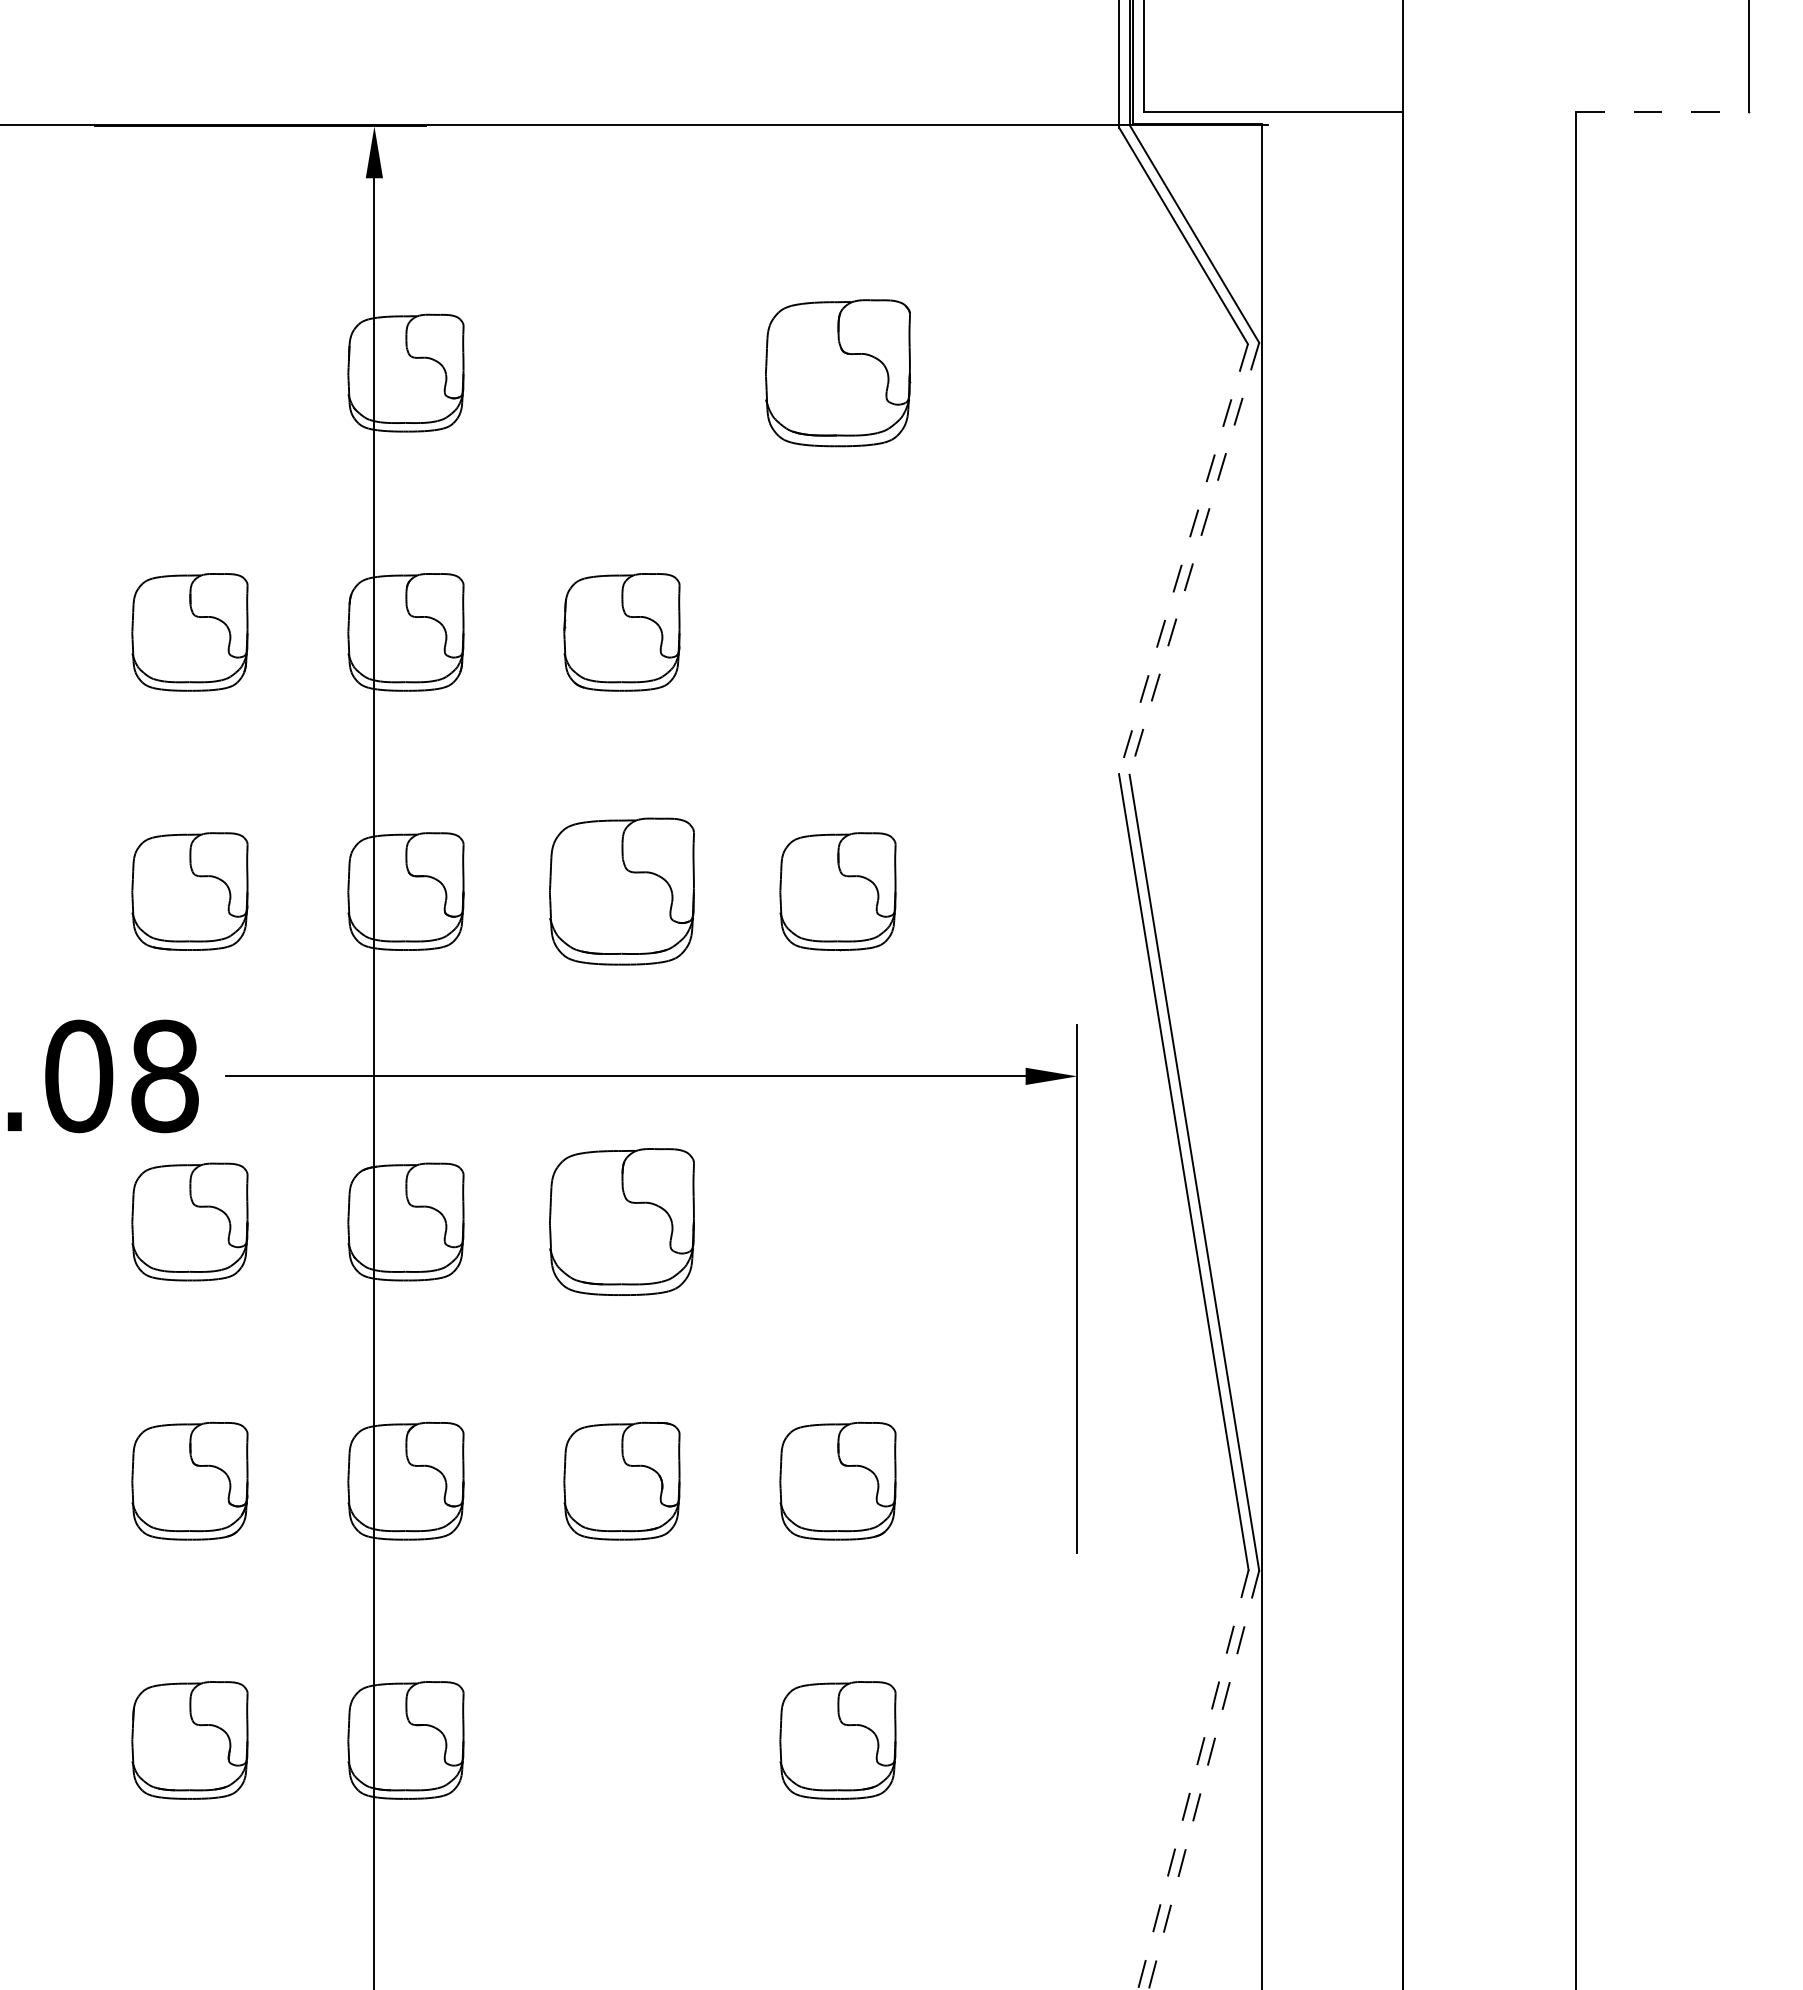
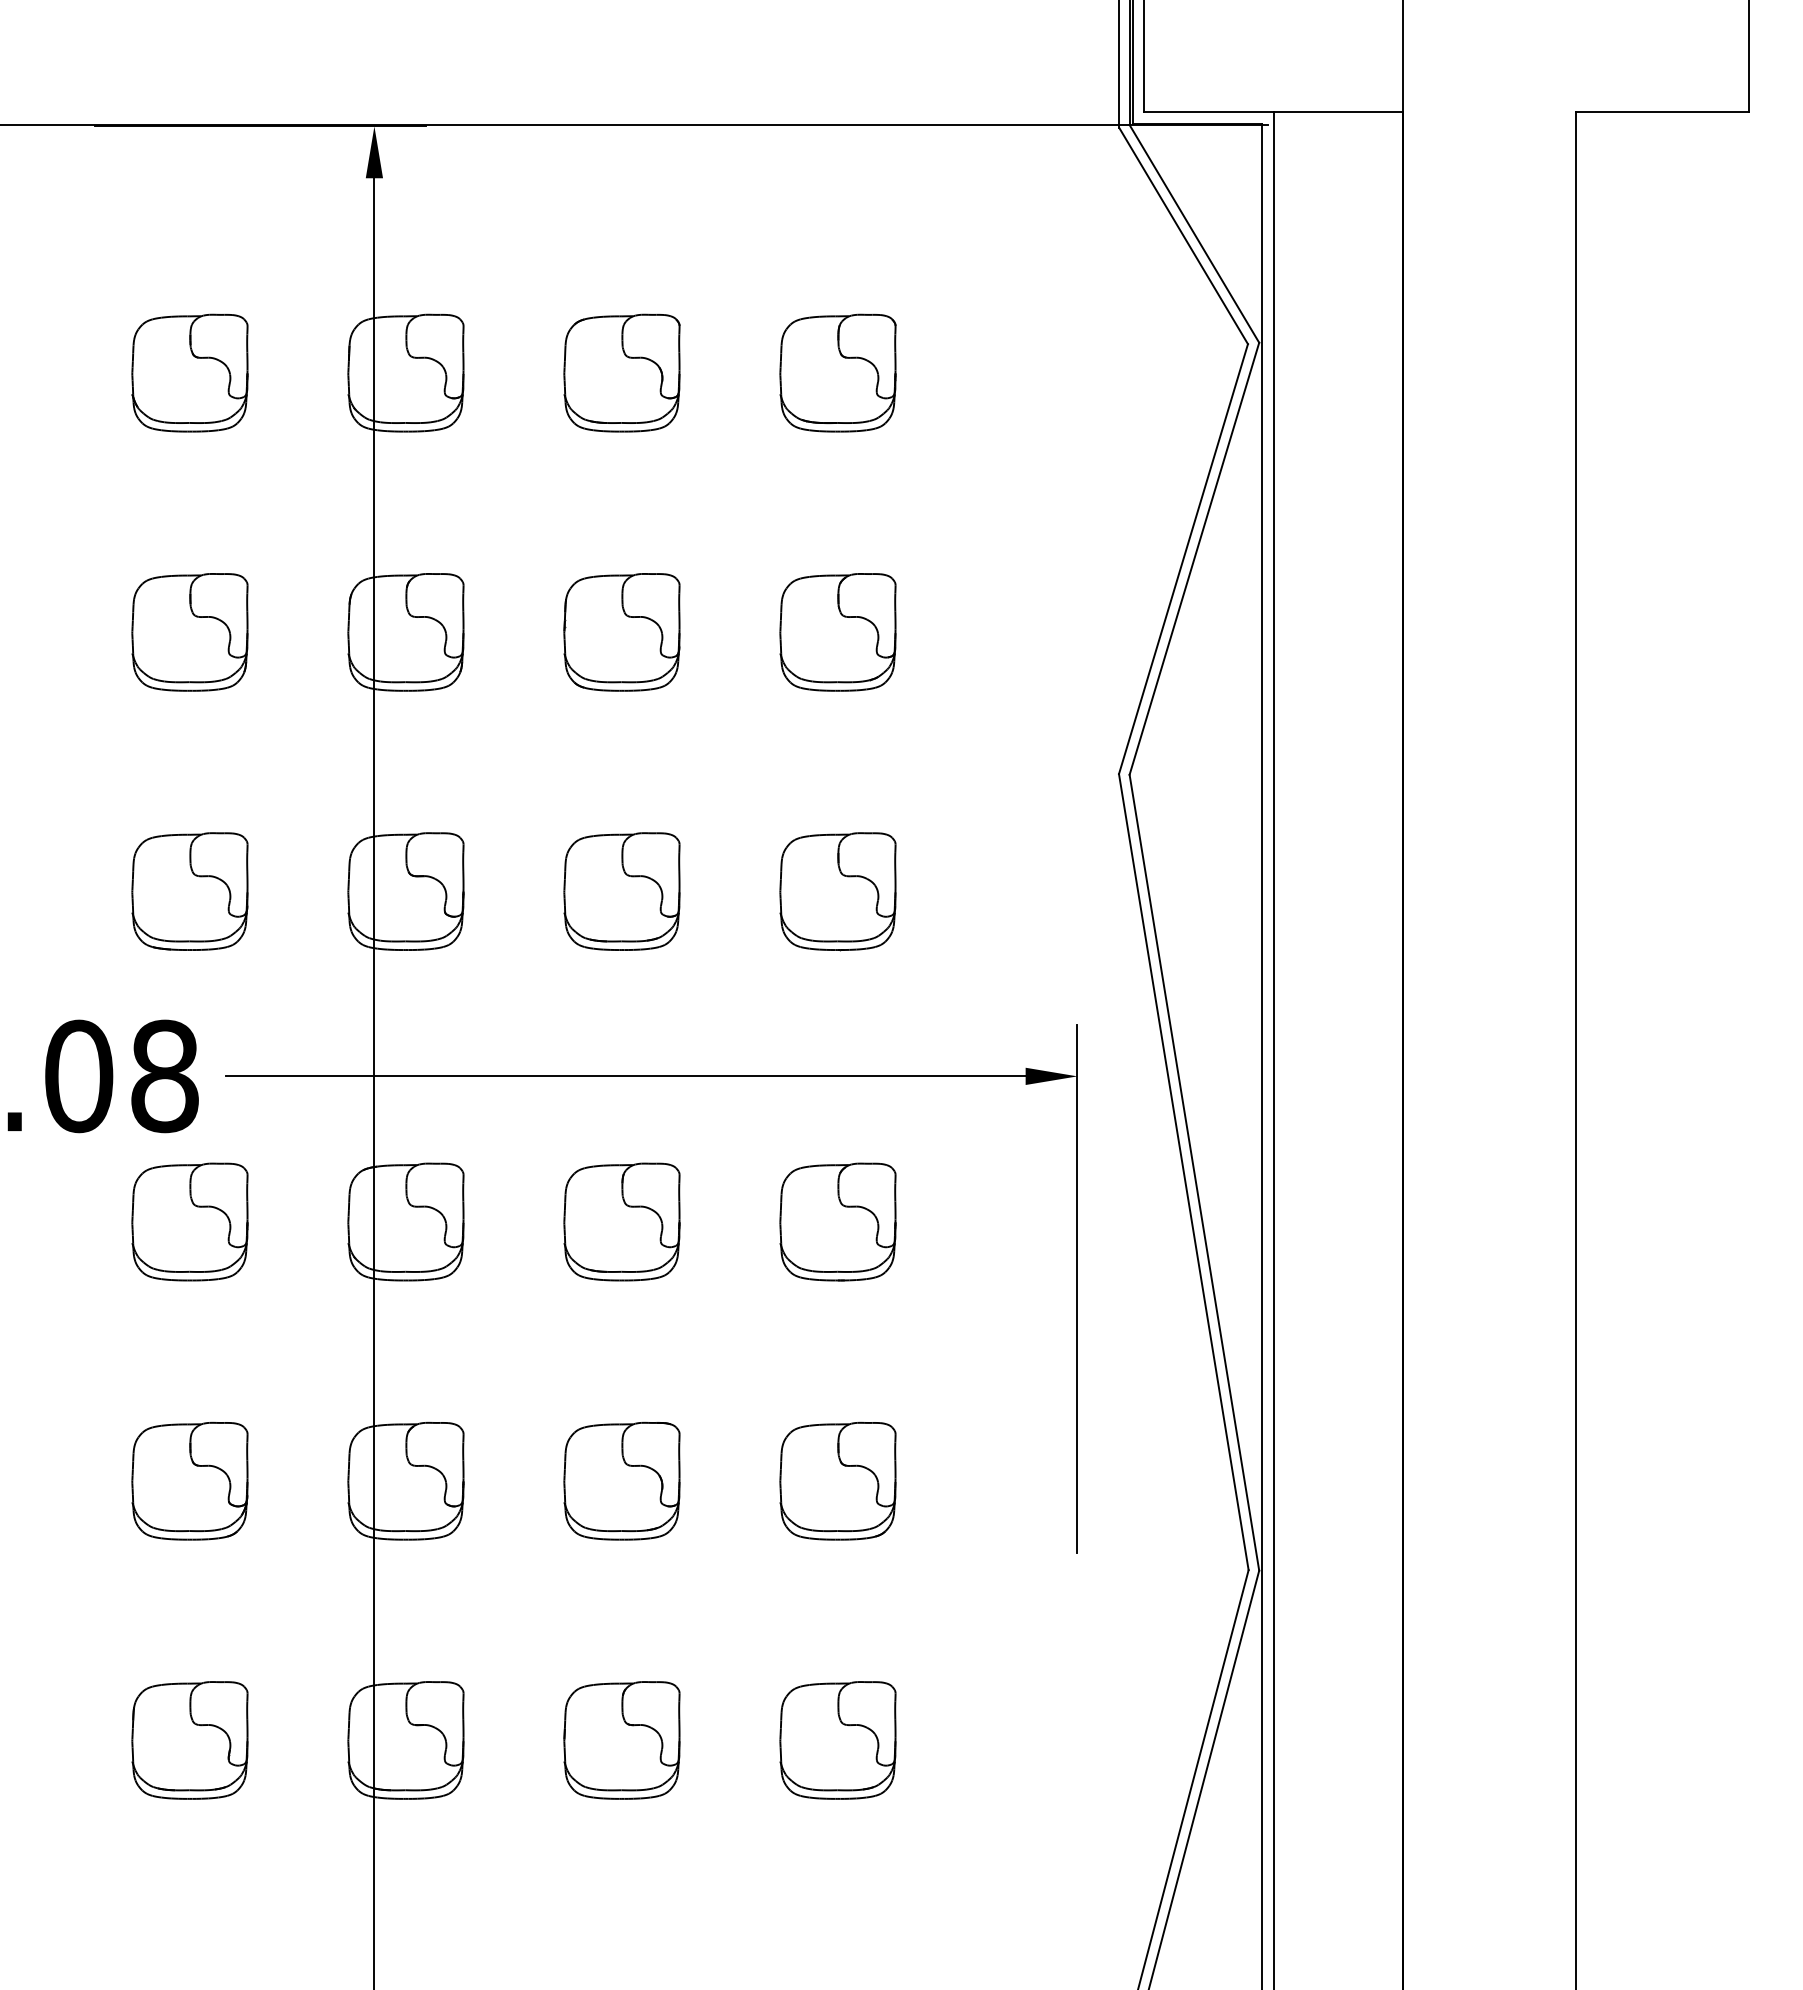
line at (1662, 112): dashed -> solid
part at (189, 372): none -> present
part at (621, 372): none -> present
part at (838, 373) size: 147x149 px -> 118x120 px
line at (1194, 558): dashed -> solid
line at (1183, 559): dashed -> solid
part at (837, 632): none -> present
part at (621, 891) size: 146x149 px -> 118x119 px
line at (1273, 1049): none -> present
part at (621, 1221) size: 146x148 px -> 118x120 px
part at (837, 1221): none -> present
part at (621, 1740): none -> present
line at (1193, 1779): dashed -> solid
line at (1203, 1780): dashed -> solid
